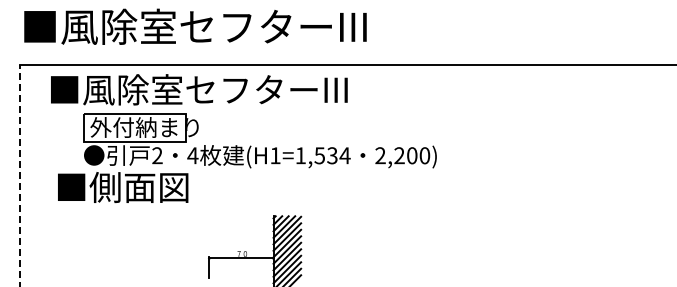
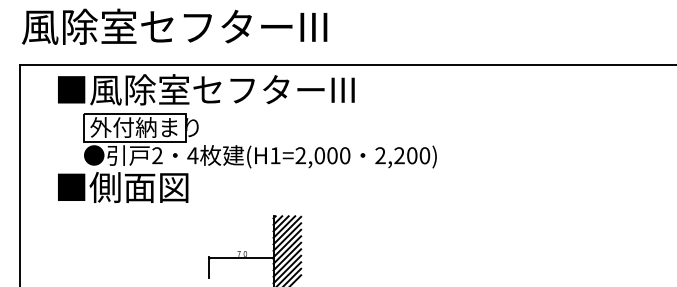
text at (194, 26): ■風除室セフターIII -> 風除室セフターIII
text at (199, 89) position: (199, 89) -> (206, 89)
text at (322, 155): (H1=1,534 -> (H1=2,000
line at (20, 175): dashed -> solid
